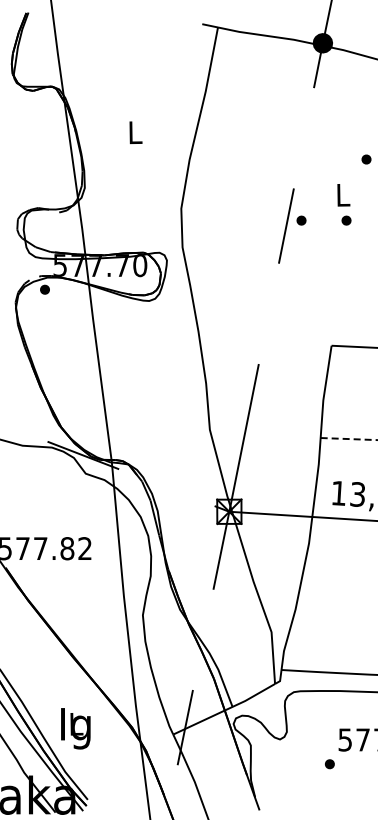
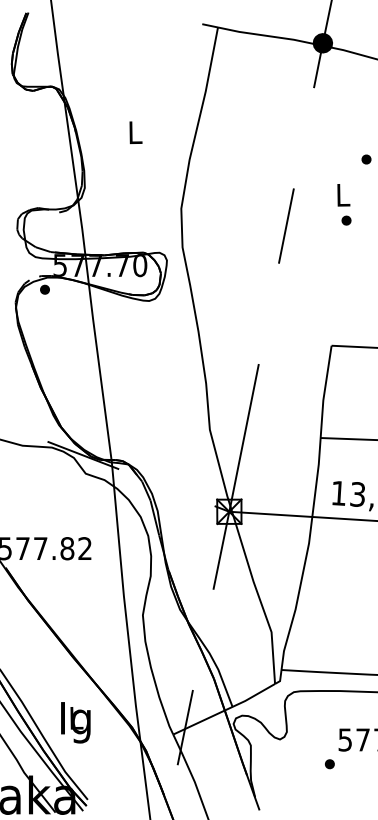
part at (301, 220): present -> none
line at (349, 439): dashed -> solid
text at (75, 728) position: (75, 728) -> (75, 722)
